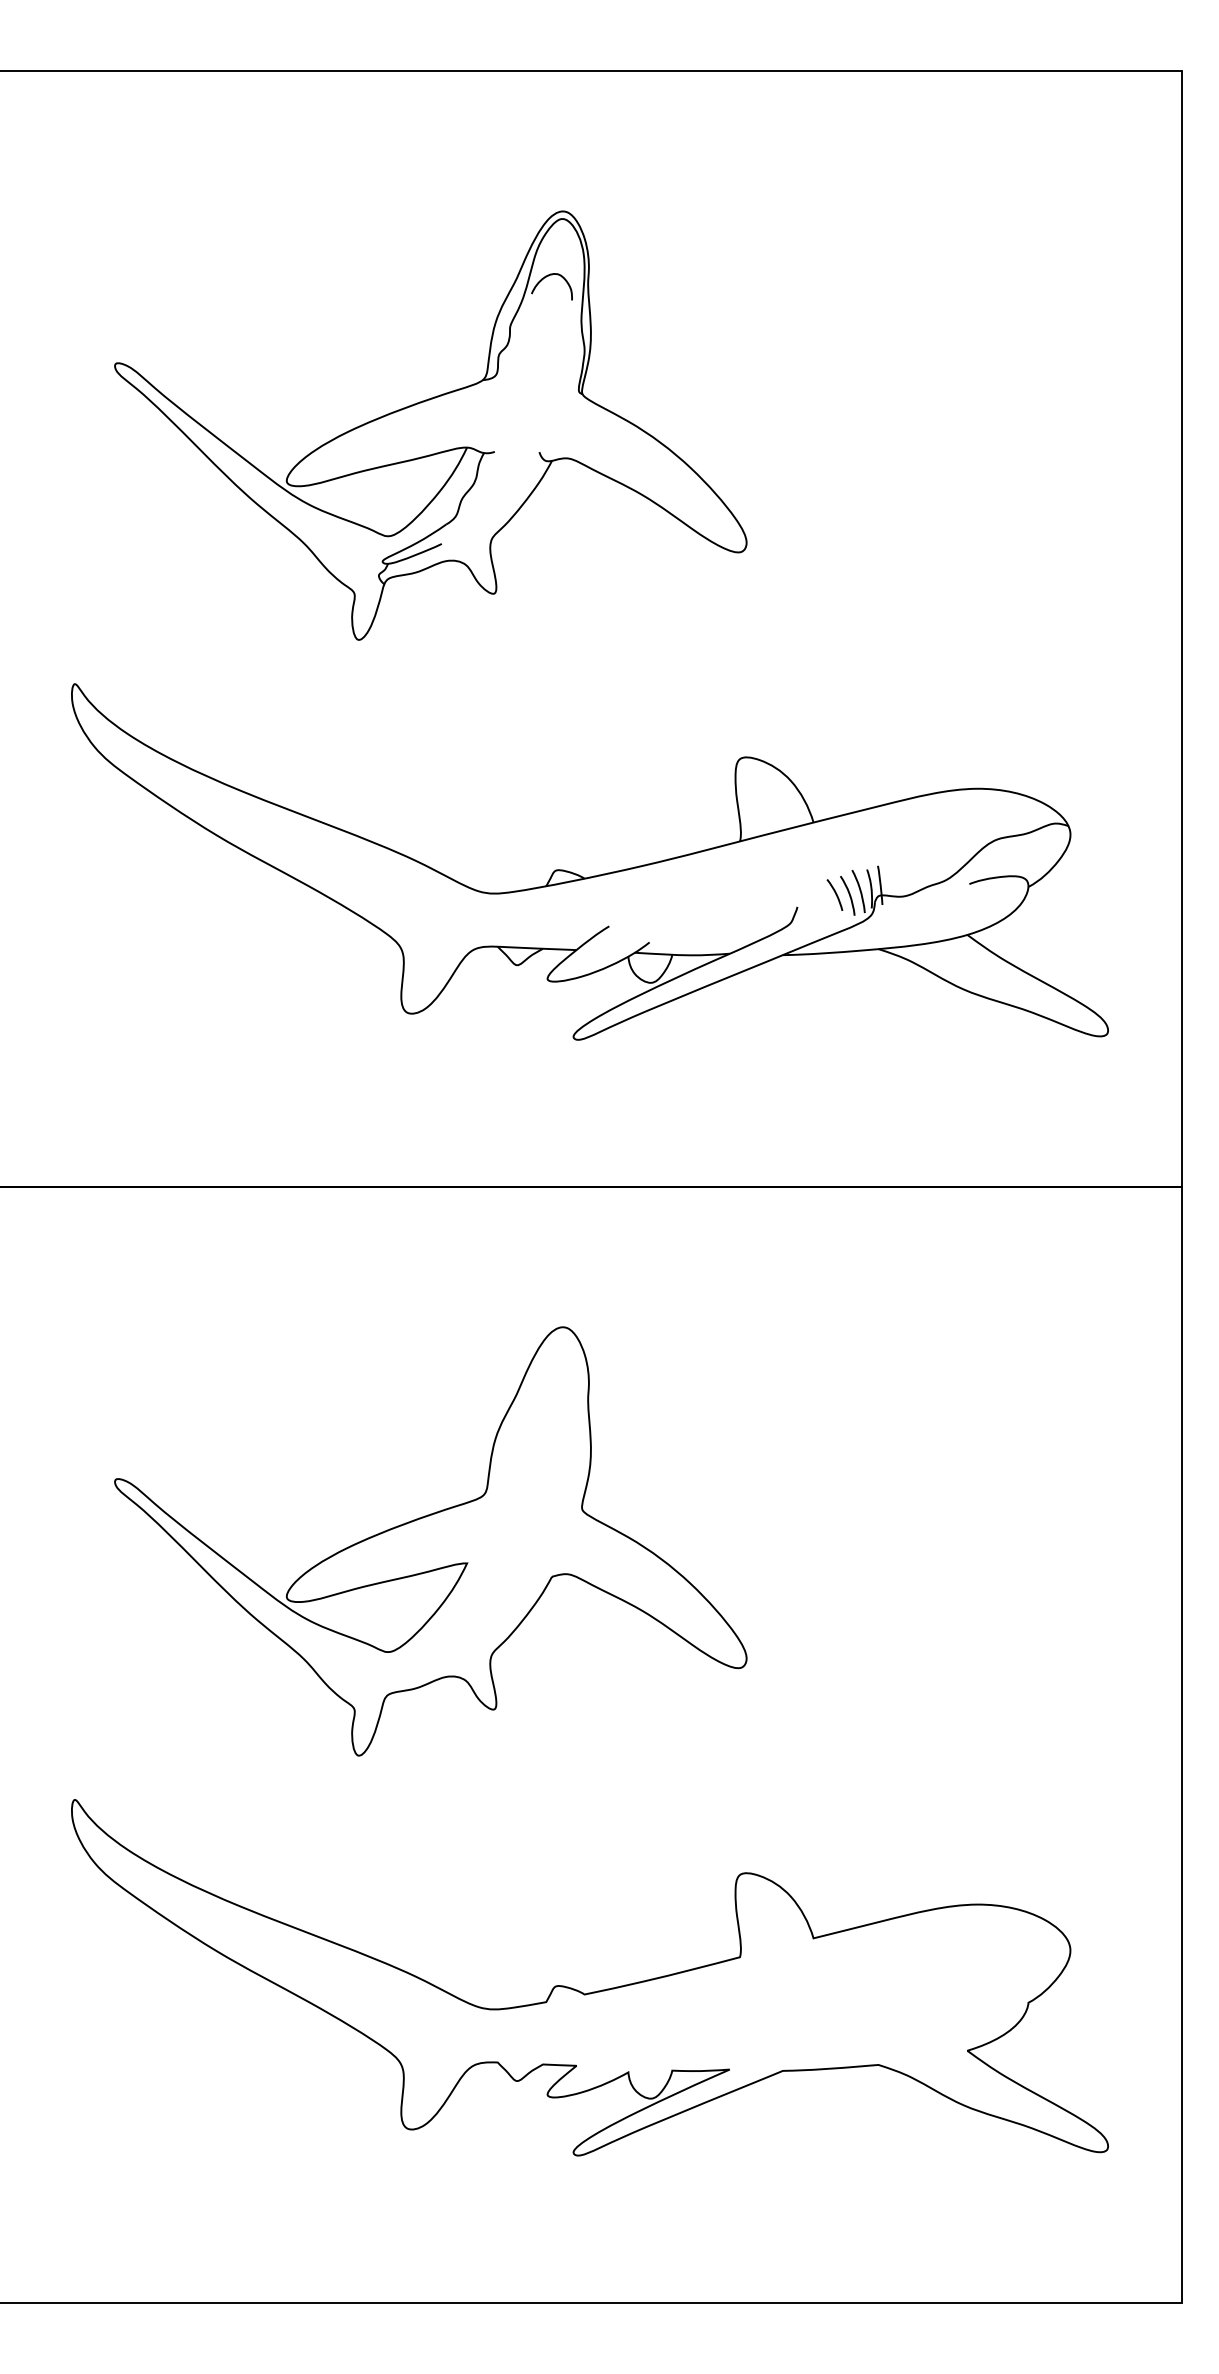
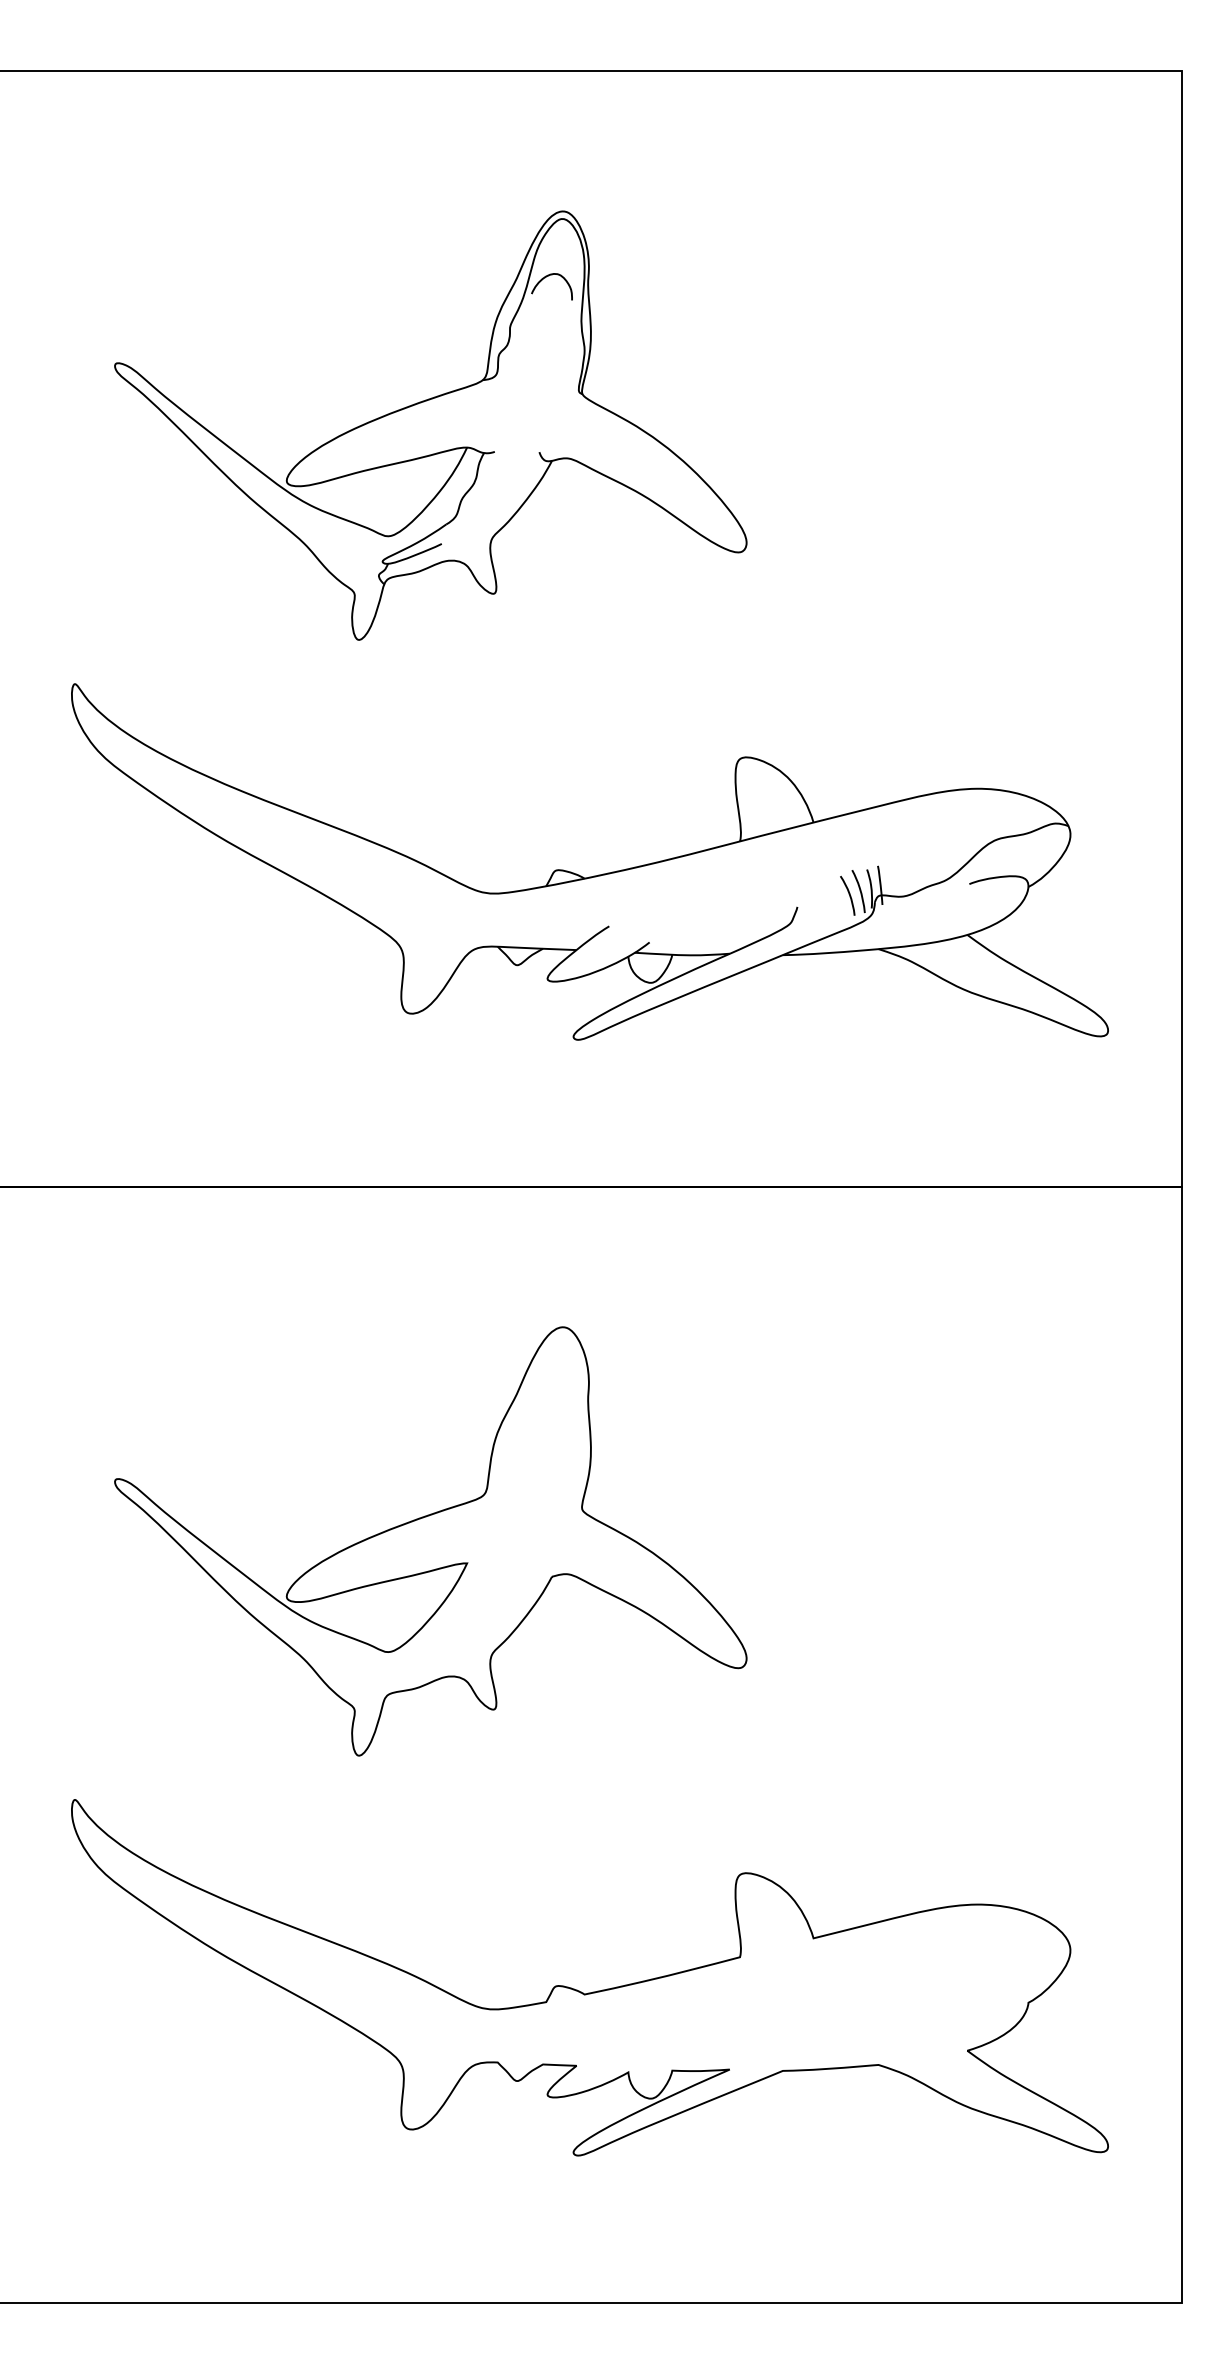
curve at (835, 894): present -> none
